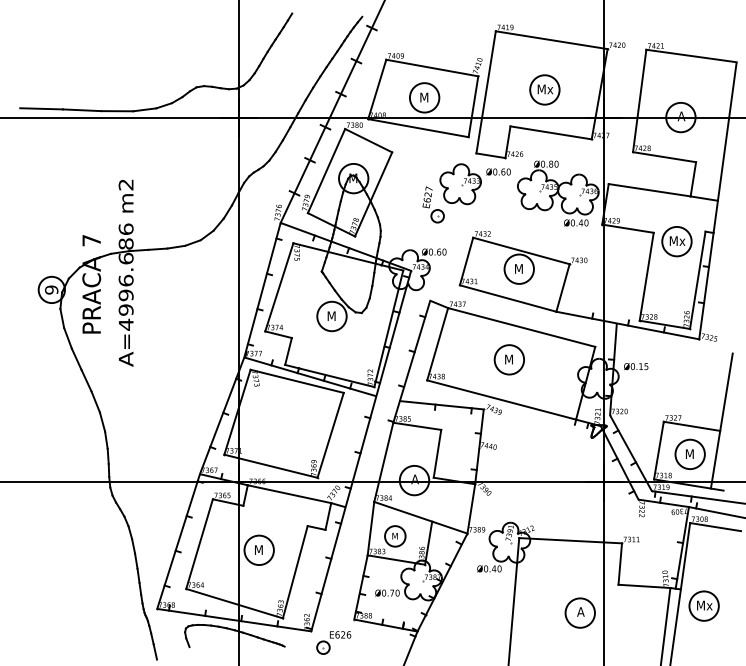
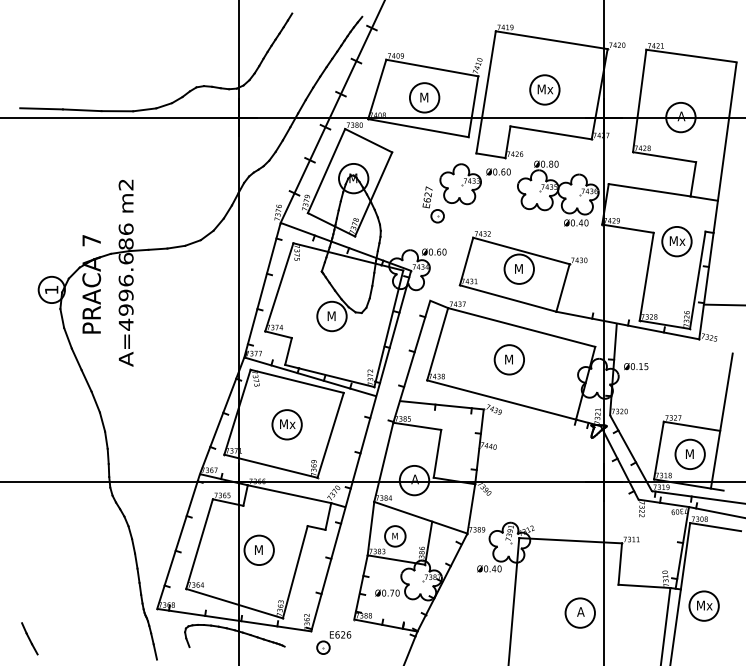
text at (51, 289): 9 -> 1
line at (722, 304): none -> present
part at (286, 424): none -> present
line at (29, 638): none -> present
